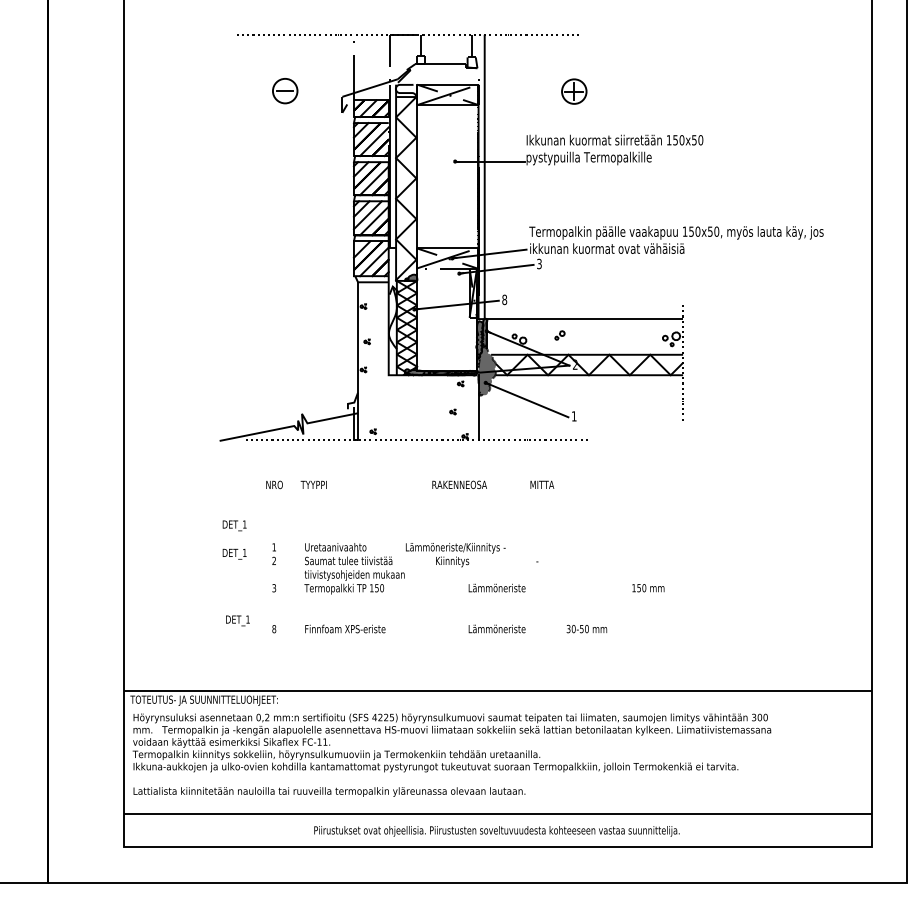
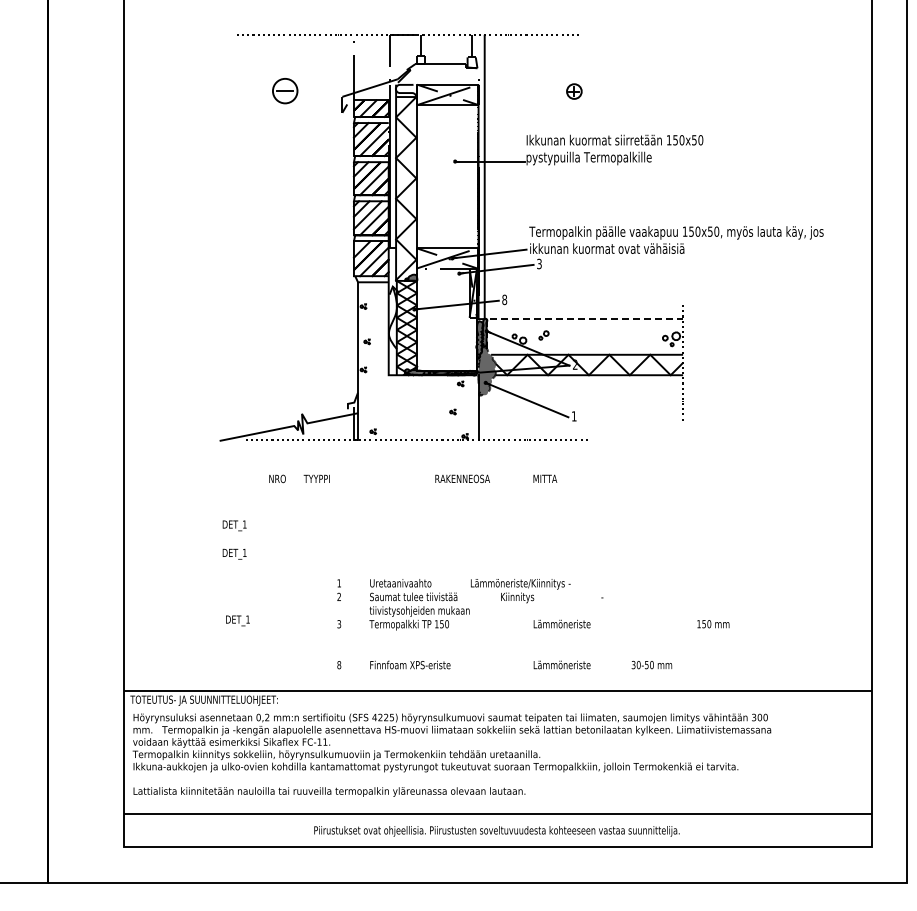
part at (574, 91) size: 27x27 px -> 17x17 px
line at (569, 319): solid -> dashed
part at (559, 335) position: (559, 335) -> (543, 335)
text at (410, 484) position: (410, 484) -> (413, 478)
text at (468, 588) position: (468, 588) -> (533, 624)
